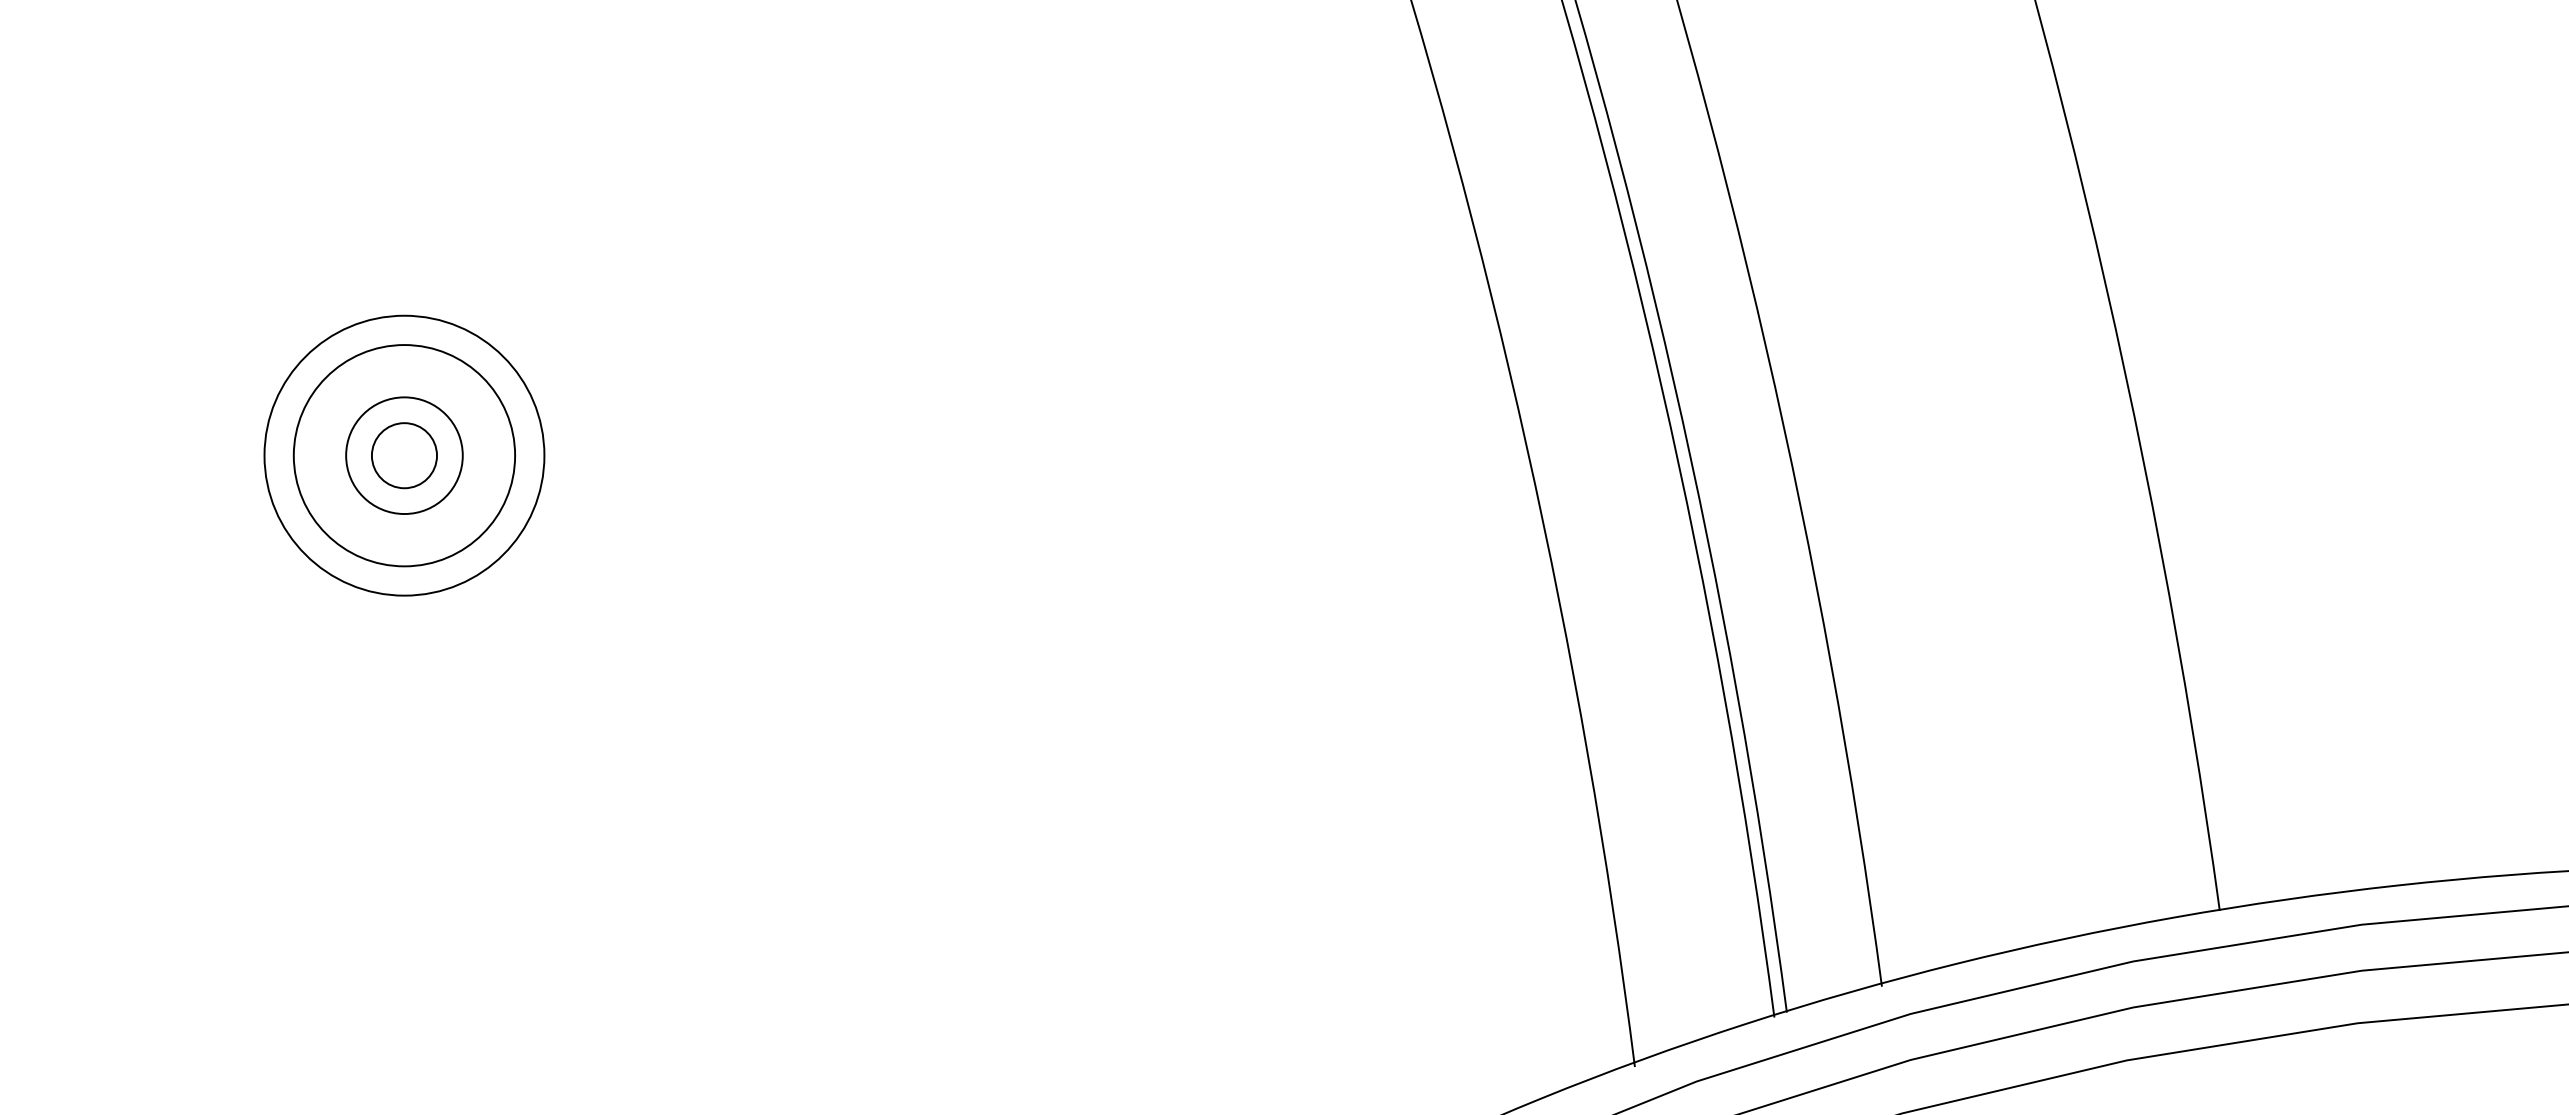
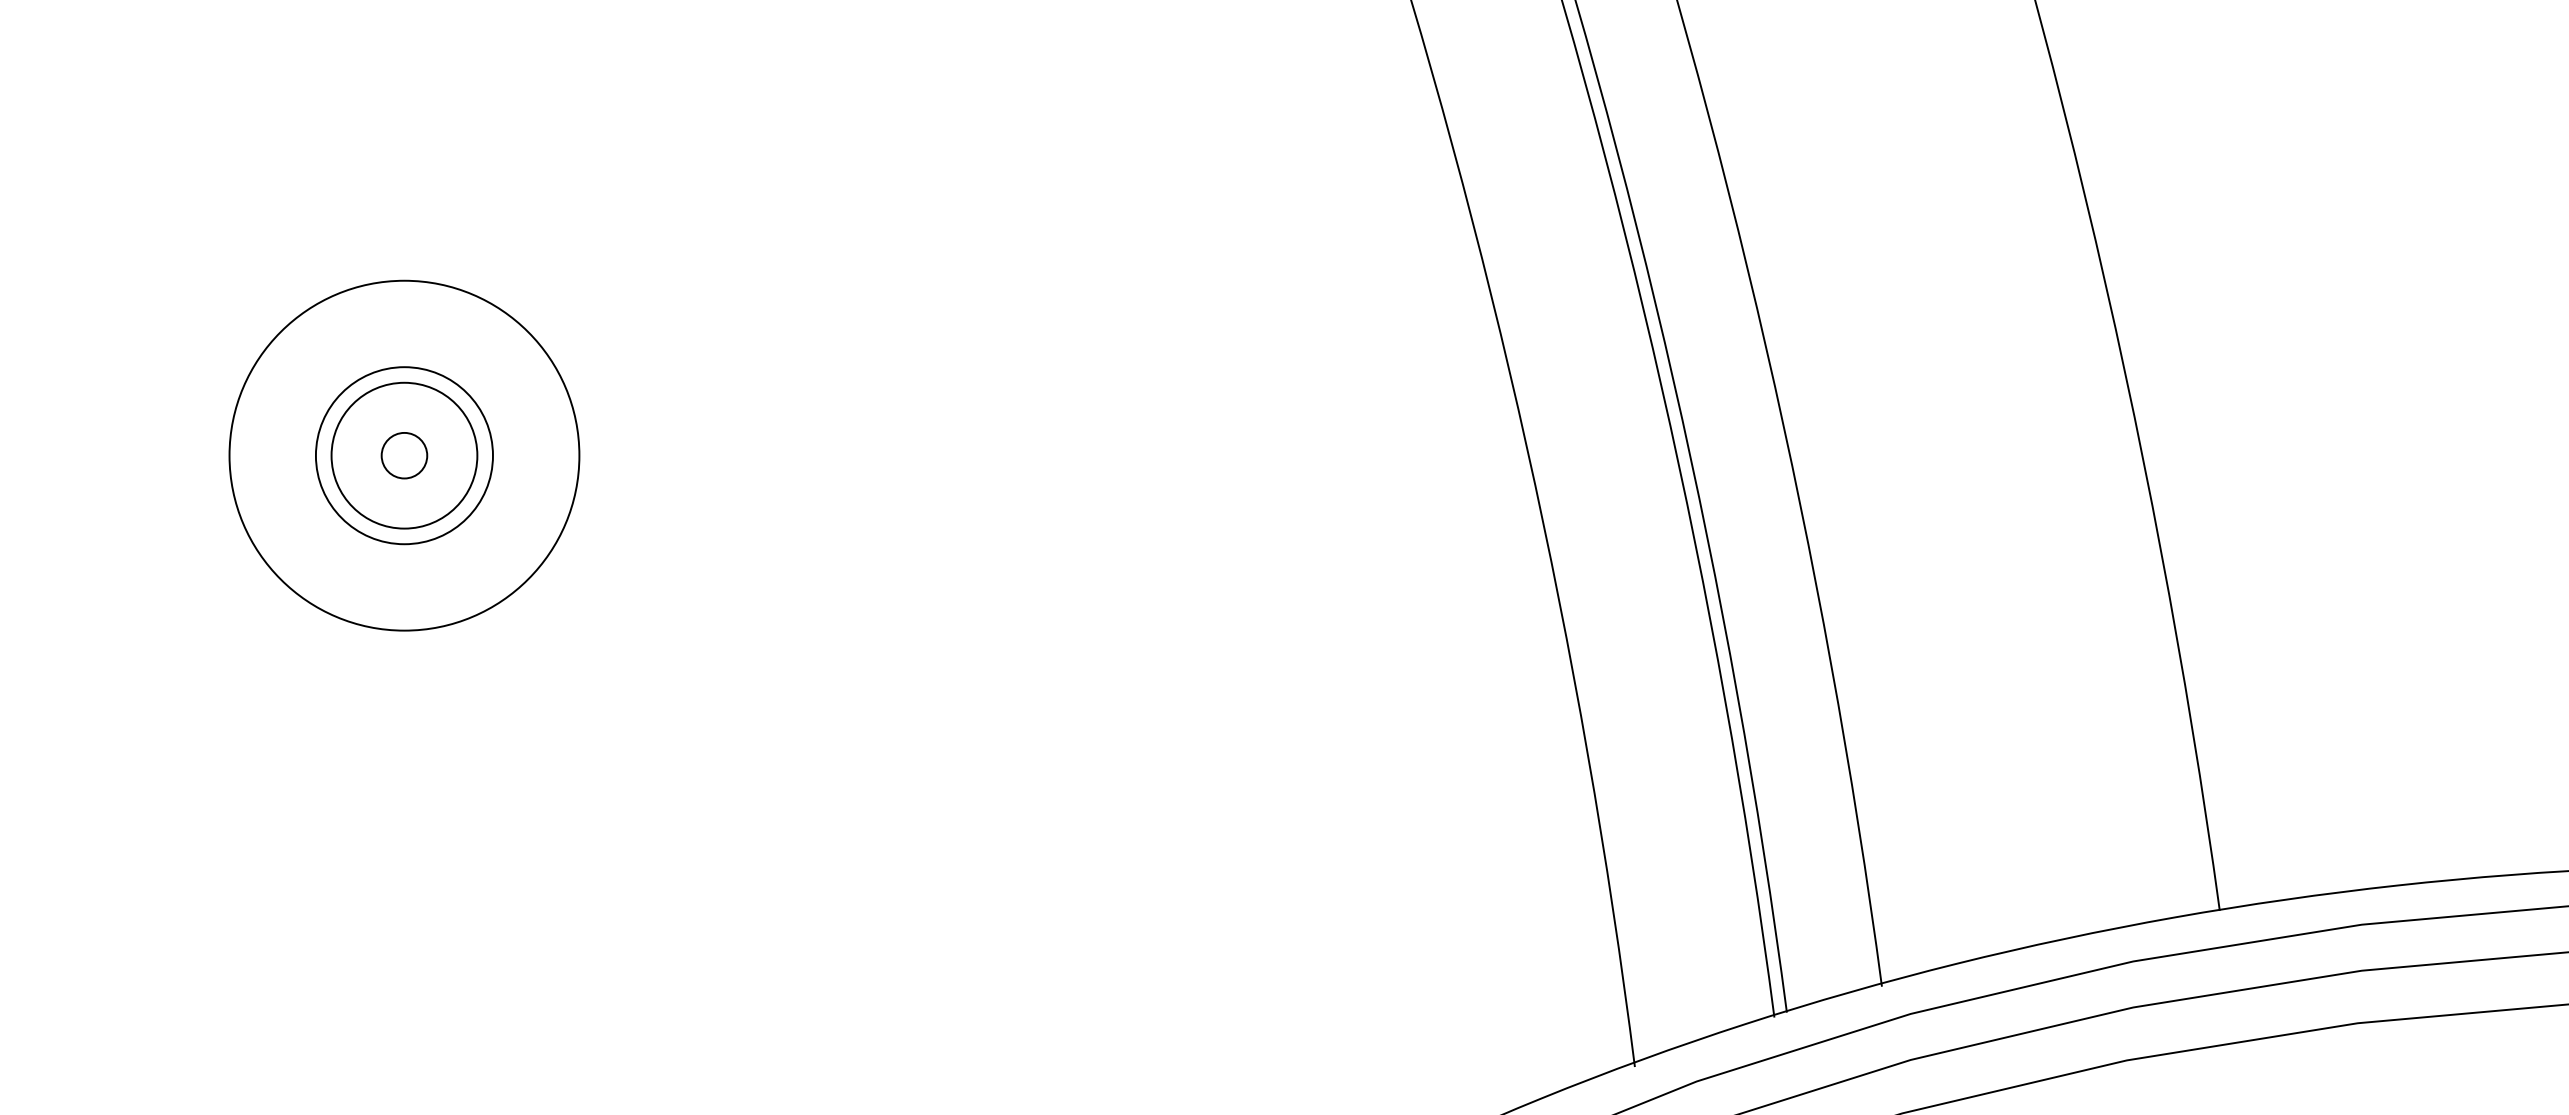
circle at (404, 455) diameter: 117 px -> 146 px
circle at (404, 455) diameter: 221 px -> 177 px
circle at (404, 455) diameter: 280 px -> 350 px
circle at (404, 455) diameter: 65 px -> 46 px
